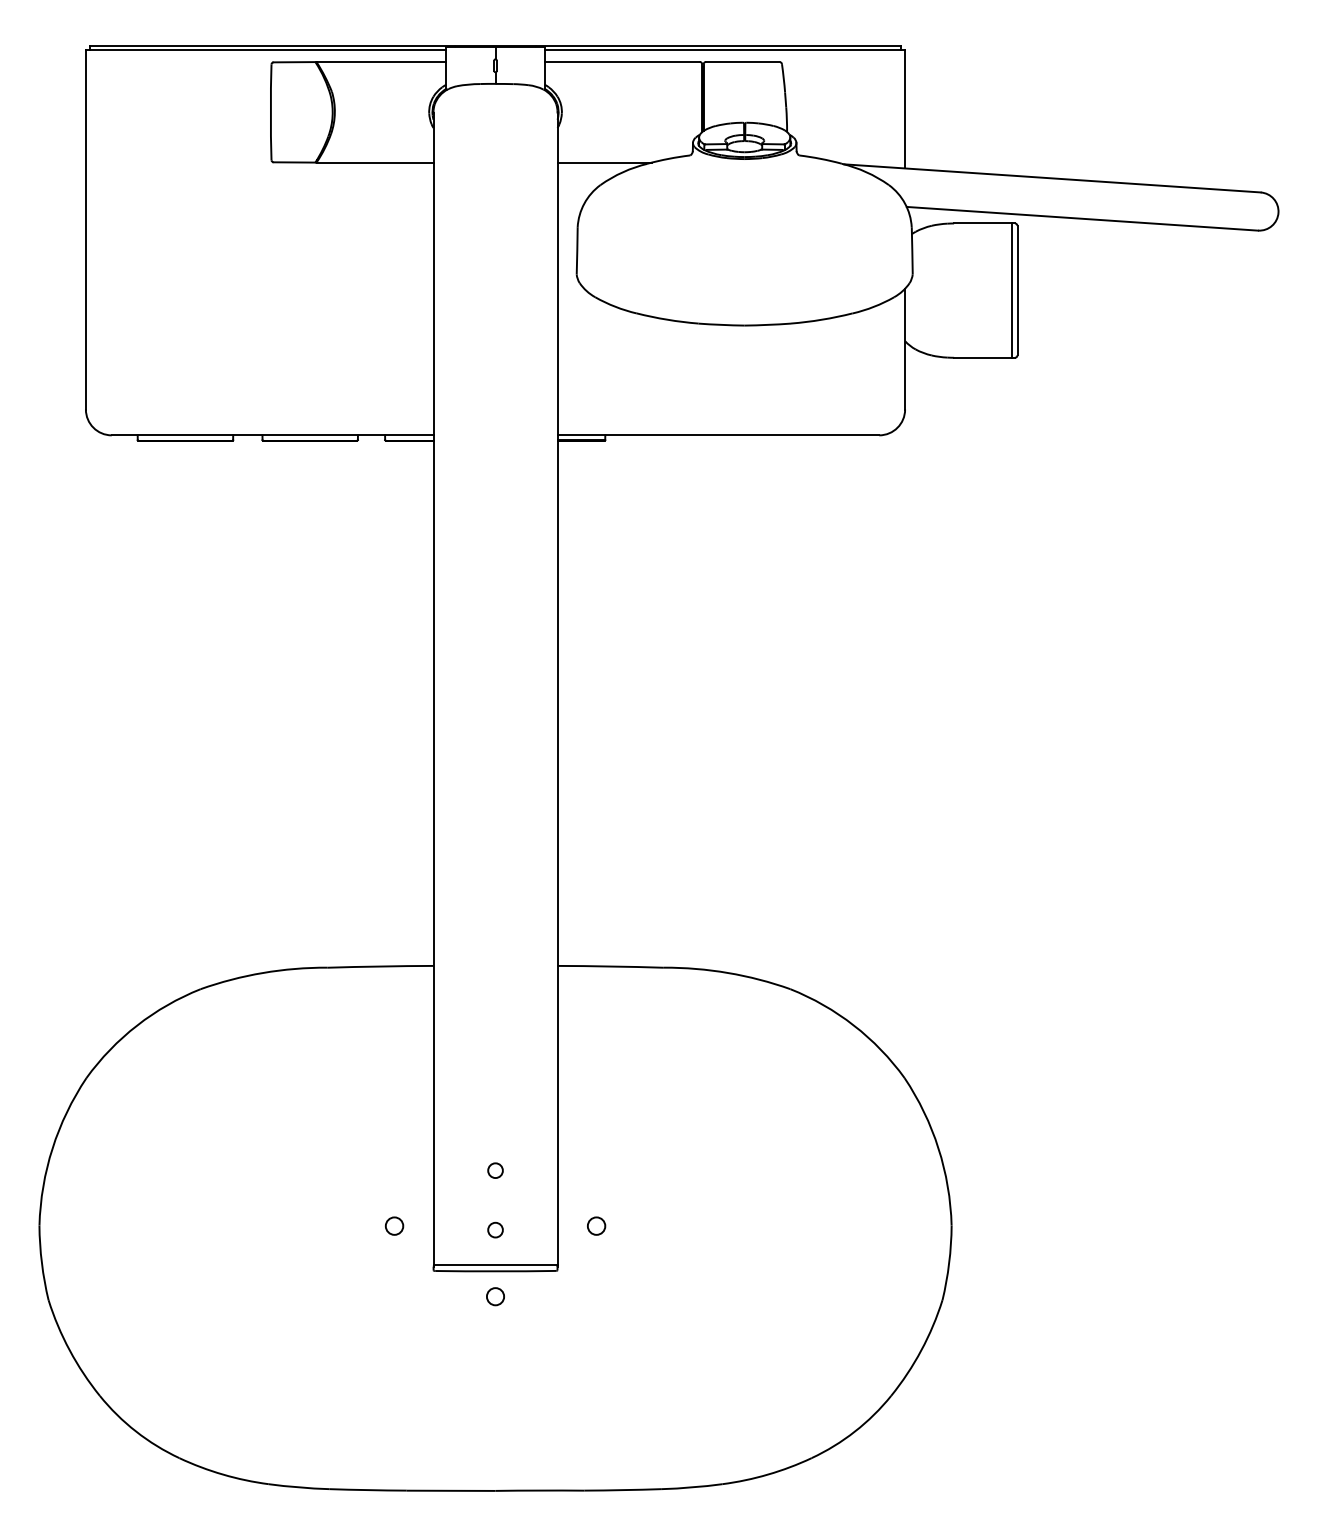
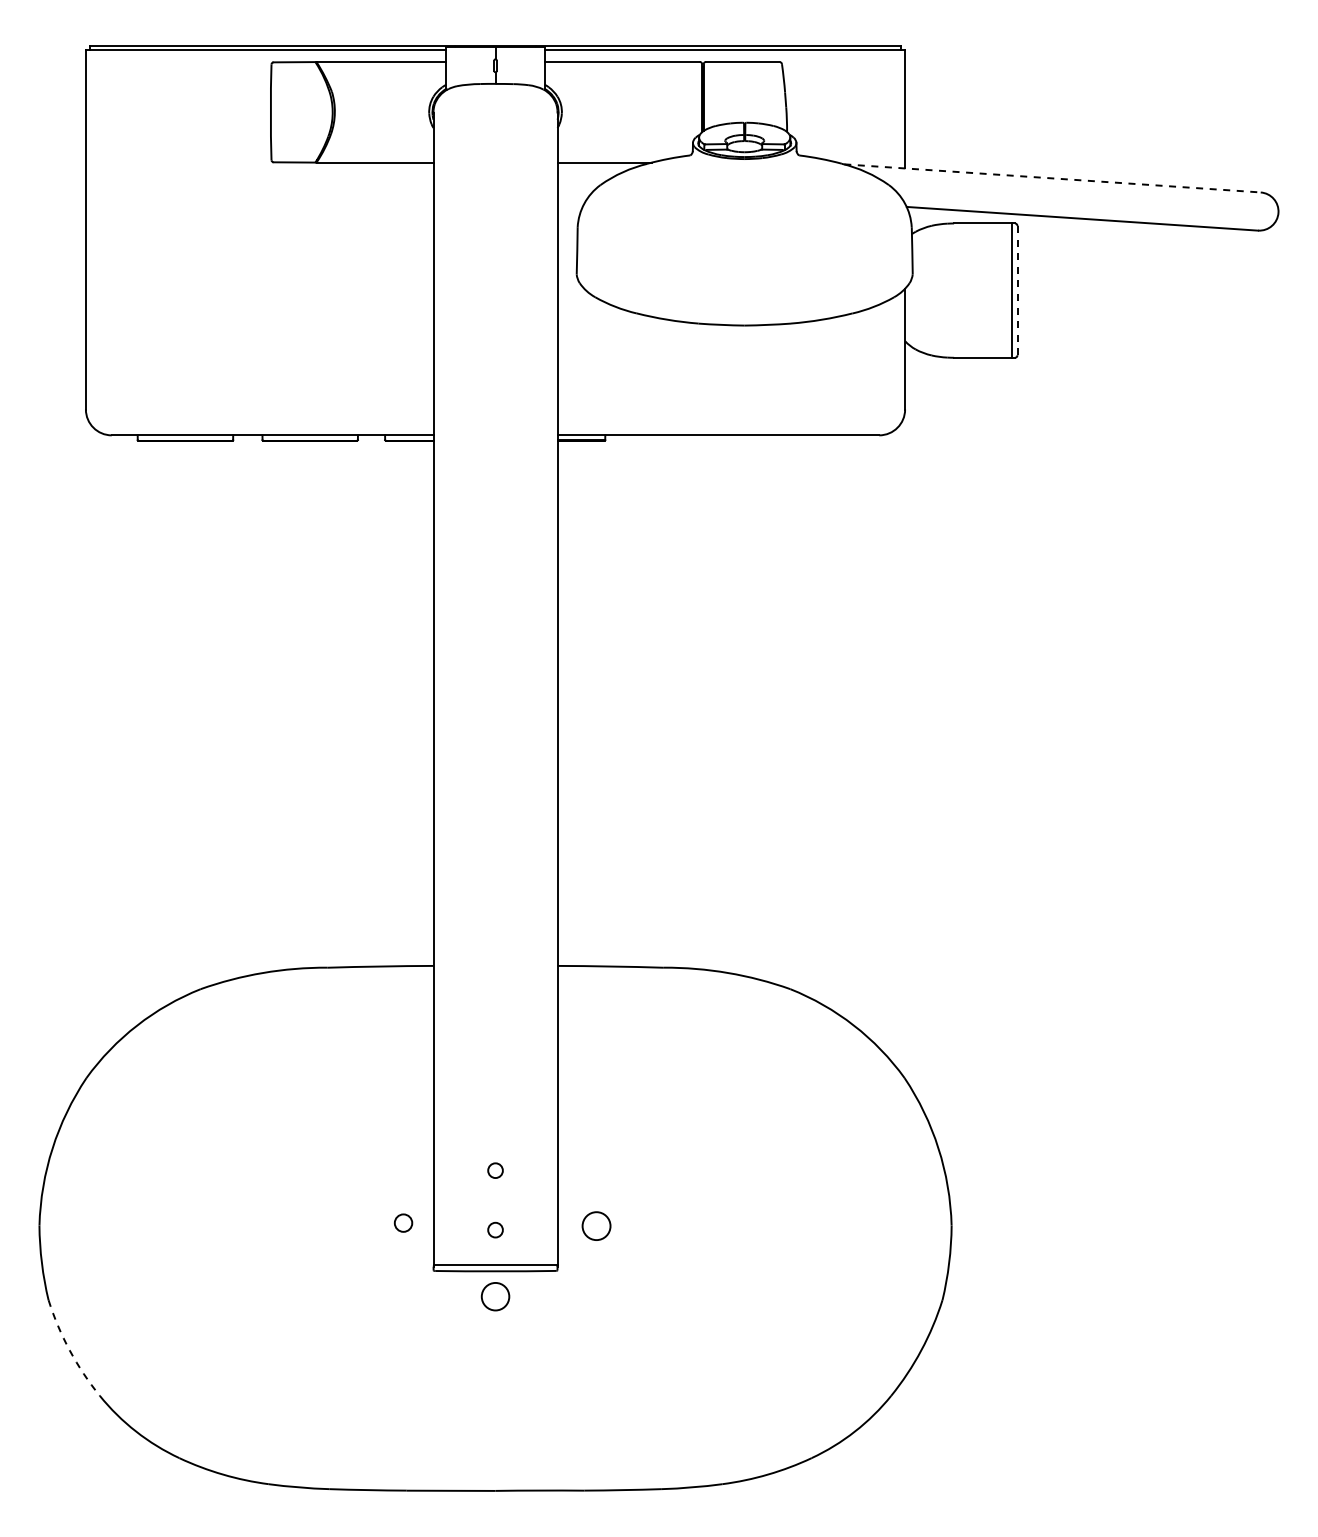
line at (1052, 178): solid -> dashed
line at (1017, 290): solid -> dashed
circle at (394, 1225) position: (394, 1225) -> (403, 1222)
circle at (596, 1225) diameter: 17 px -> 28 px
circle at (495, 1296) diameter: 17 px -> 28 px
arc at (69, 1350): solid -> dashed
